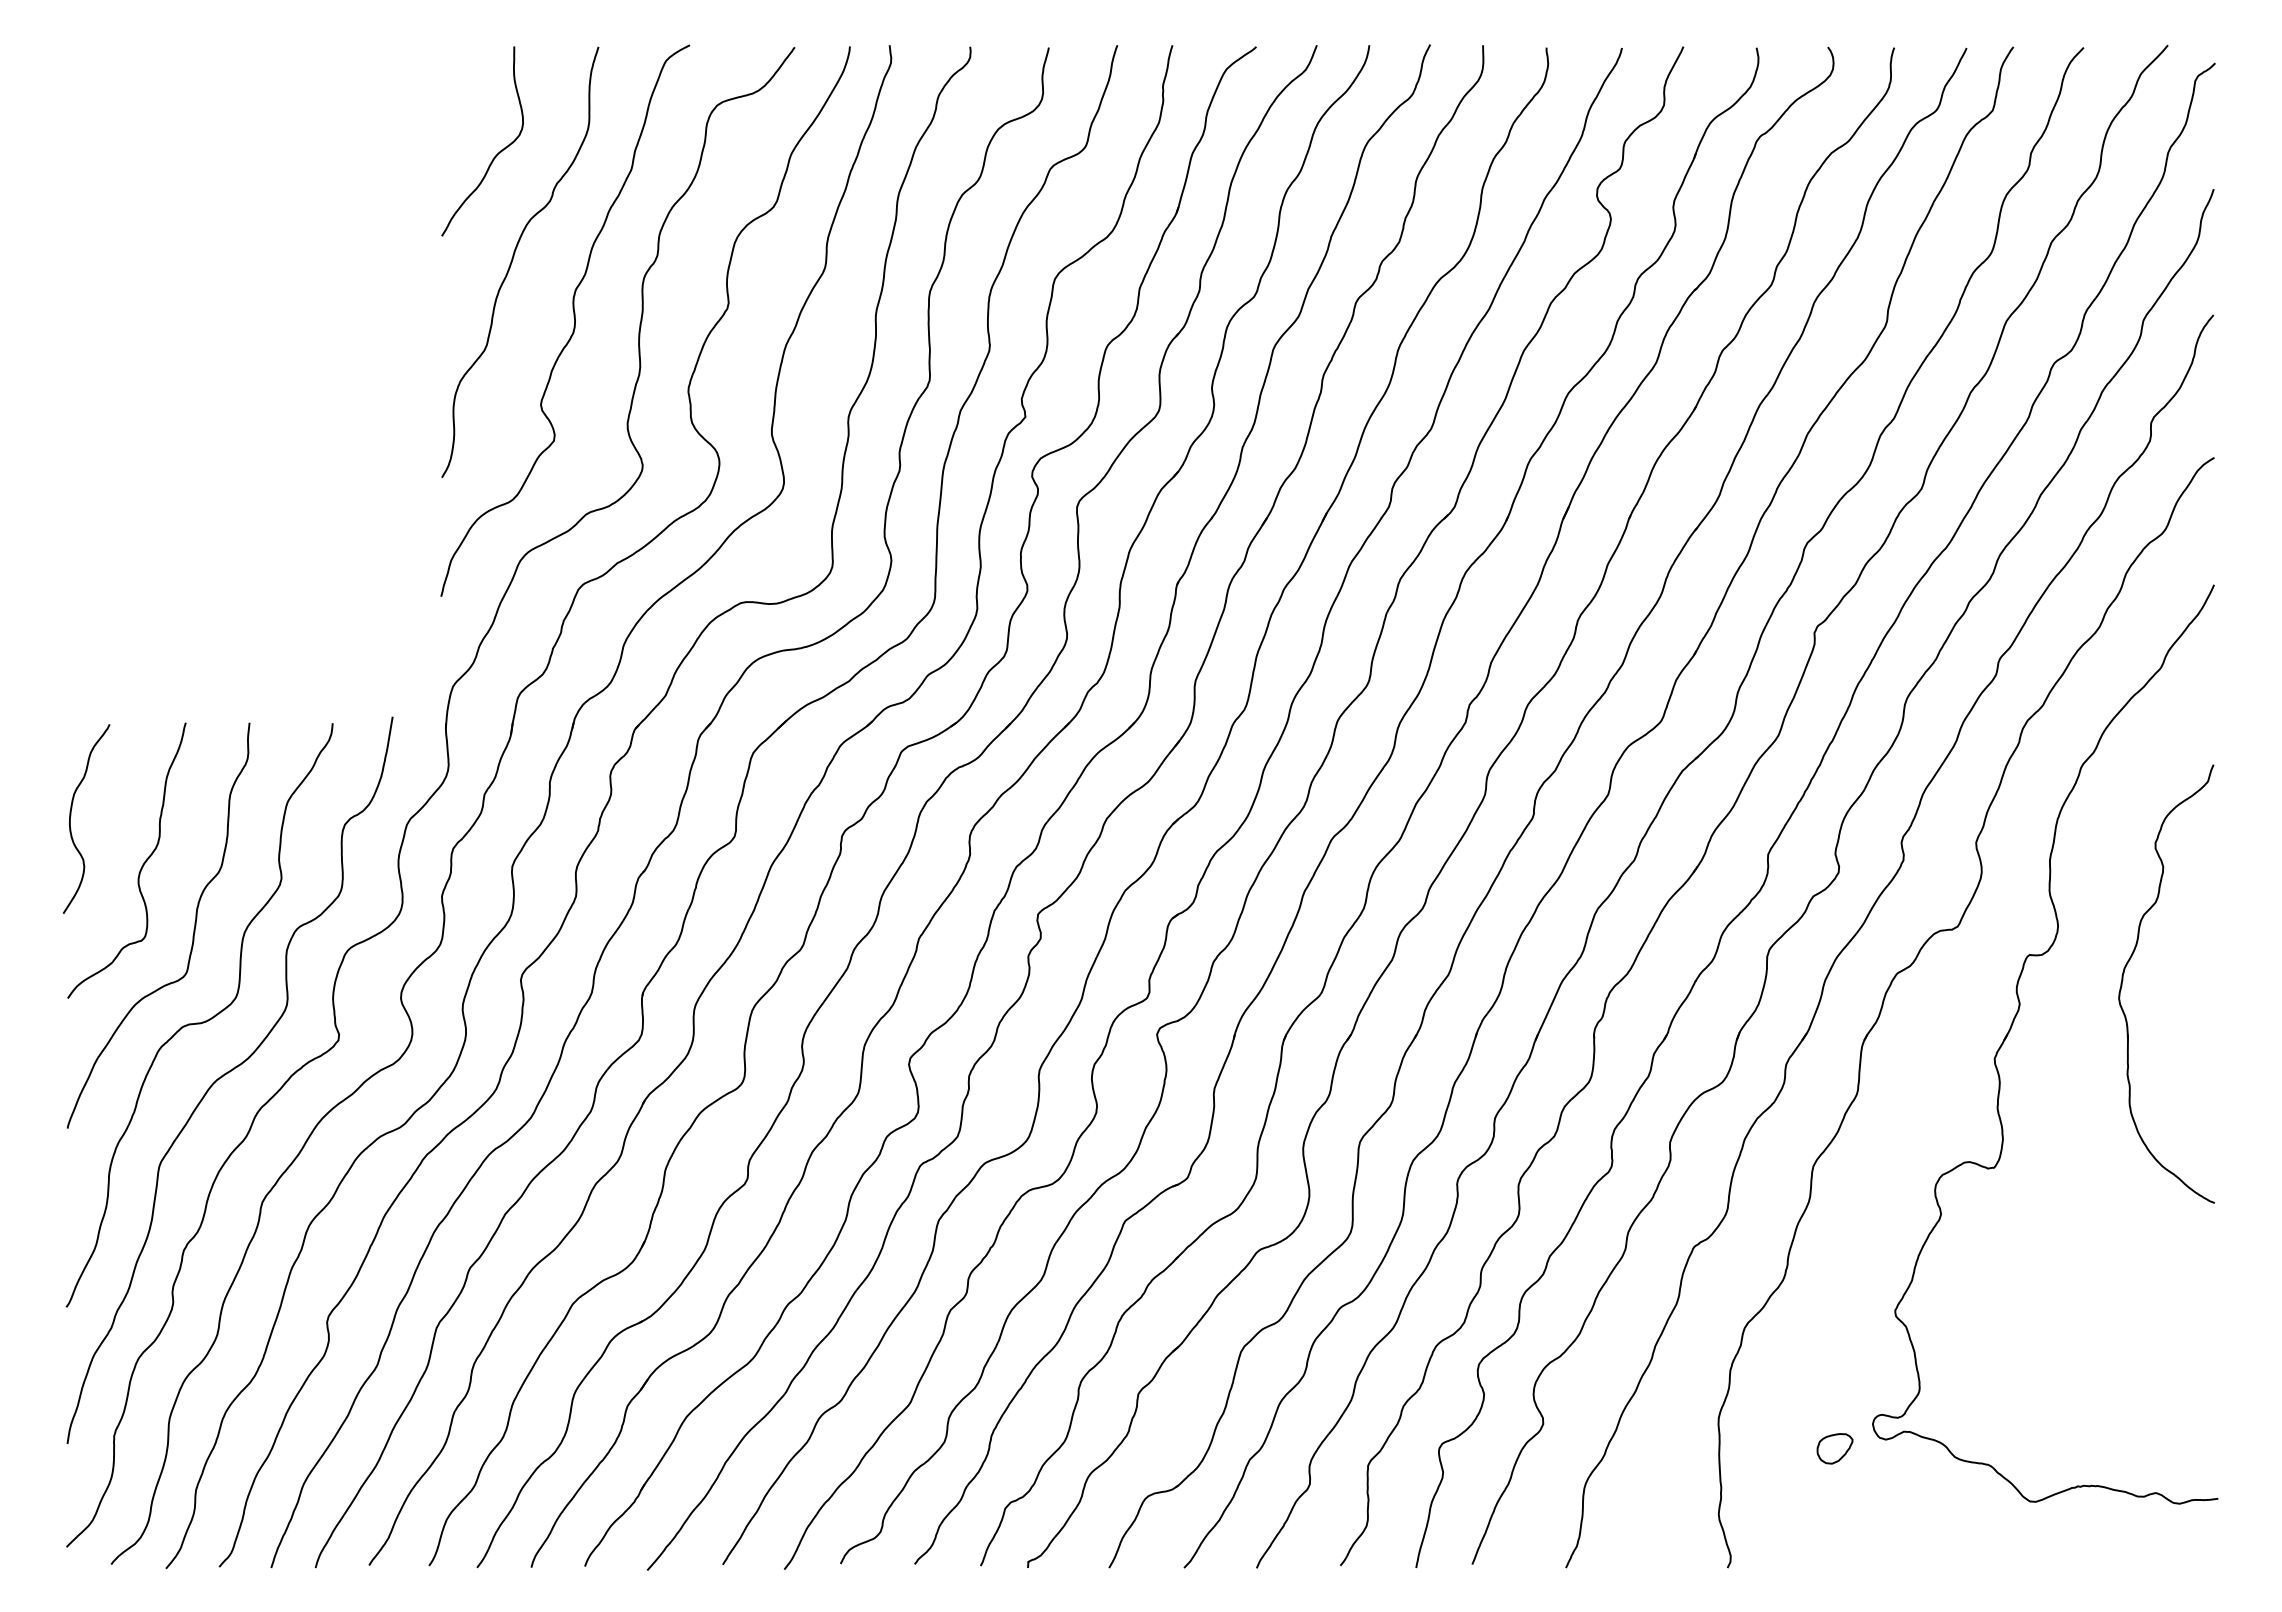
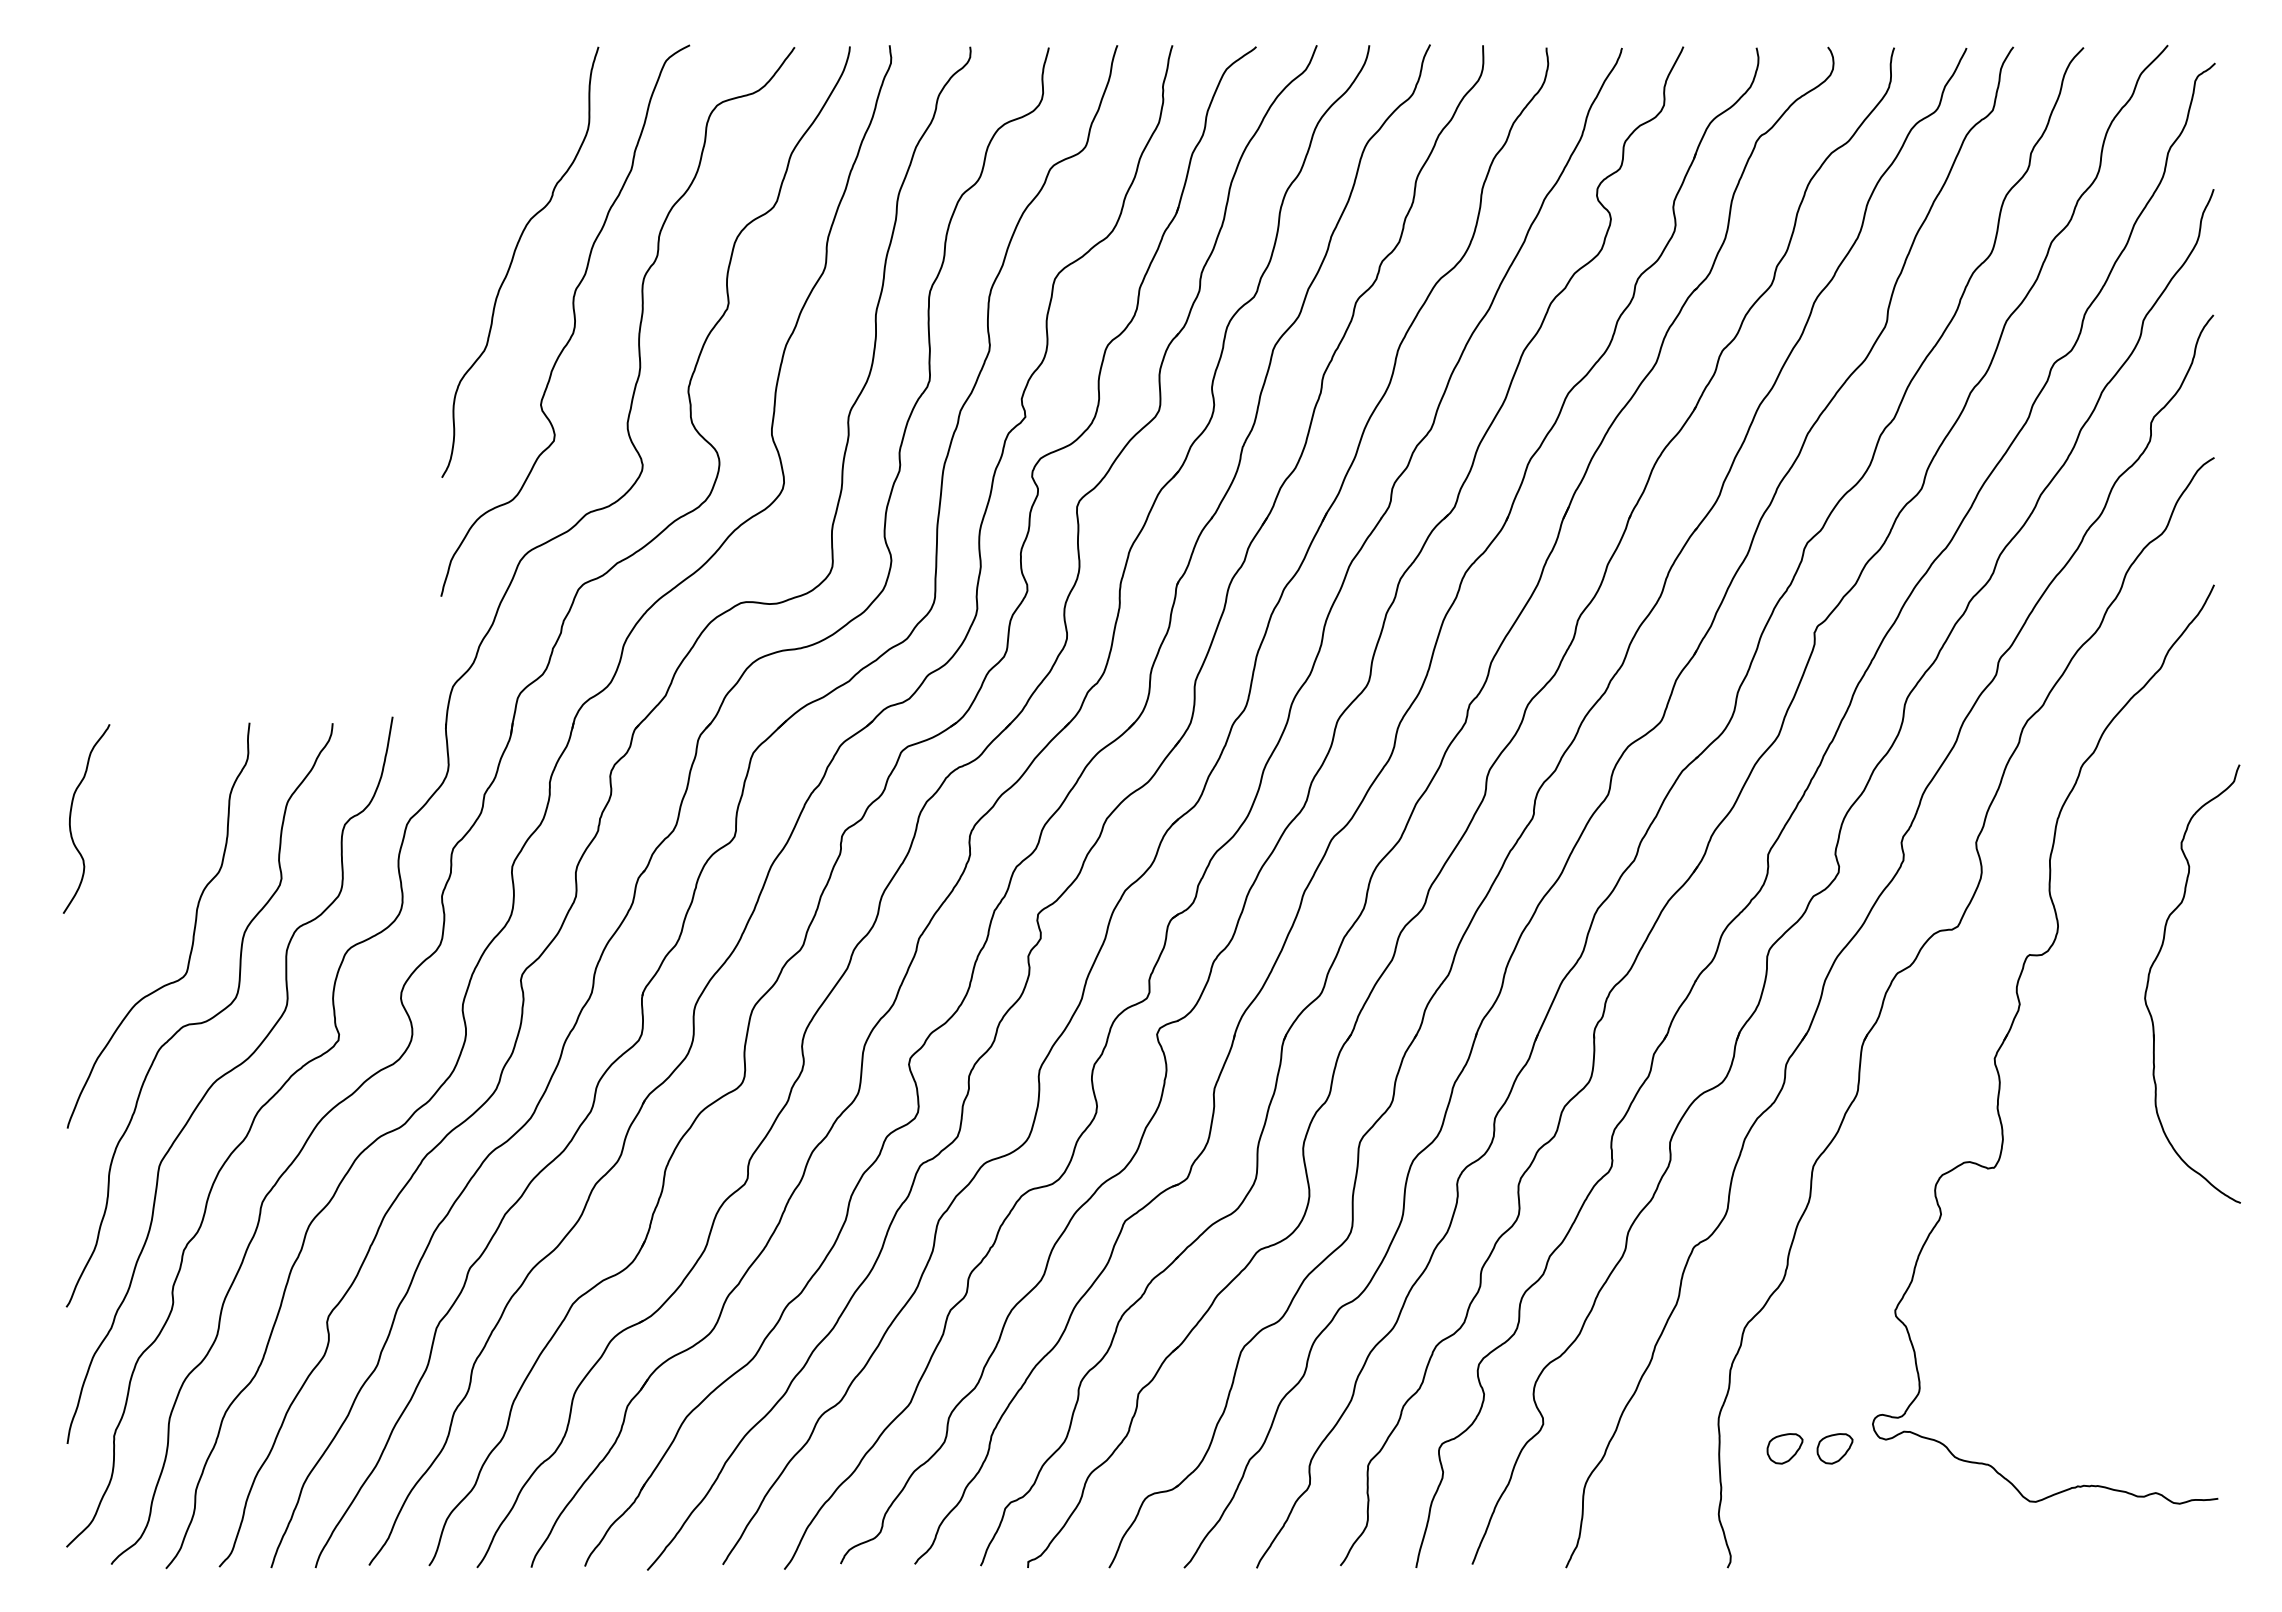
curve at (496, 154): present -> none
curve at (140, 868): present -> none
part at (2130, 960) position: (2130, 960) -> (2156, 960)
part at (1784, 1448): none -> present
